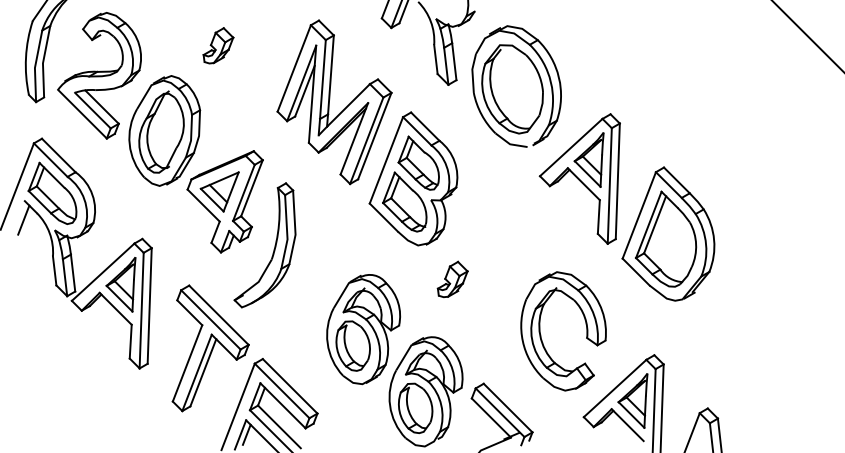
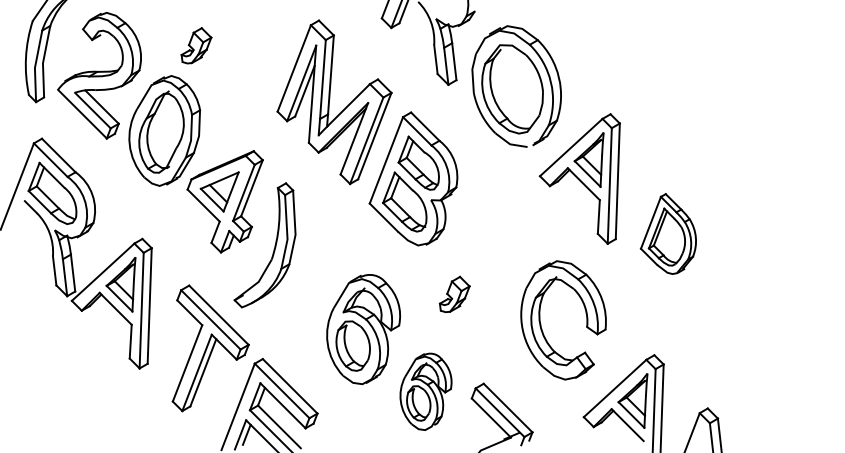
line at (807, 36): present -> none
part at (218, 45) position: (218, 45) -> (196, 45)
line at (23, 219): present -> none
part at (668, 233) size: 95x136 px -> 58x82 px
part at (452, 279) position: (452, 279) -> (454, 294)
part at (541, 334) position: (541, 334) -> (541, 323)
part at (425, 391) size: 76x112 px -> 54x79 px
